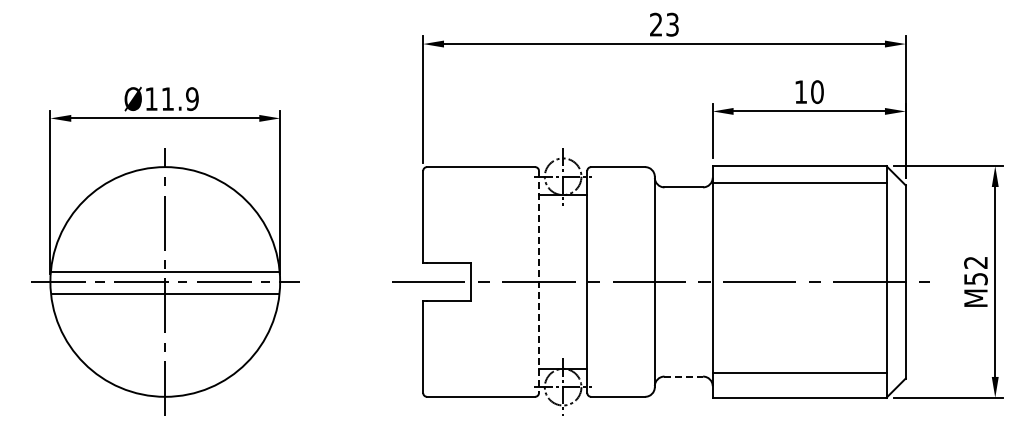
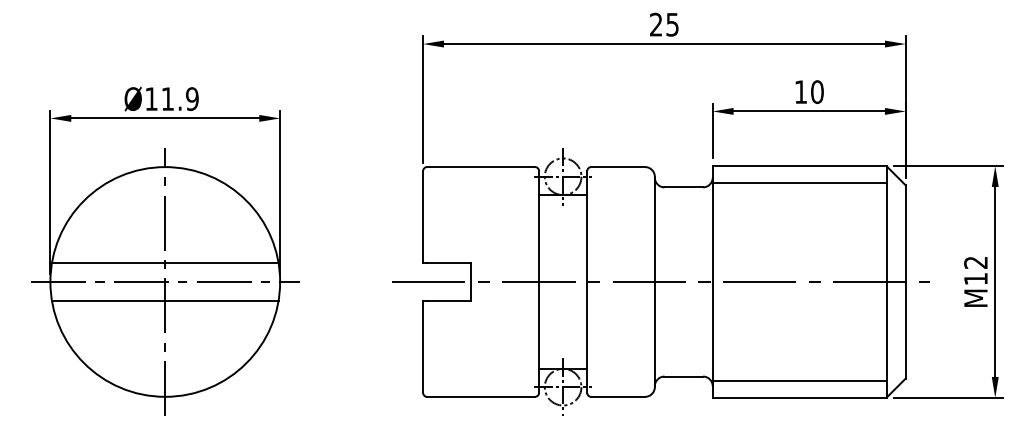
text at (672, 23): 23 -> 25
line at (165, 271) position: (165, 271) -> (165, 262)
text at (975, 279): M52 -> M12
line at (539, 282): dashed -> solid
line at (165, 294) position: (165, 294) -> (165, 301)
line at (799, 372) position: (799, 372) -> (799, 380)
line at (684, 376): dashed -> solid
